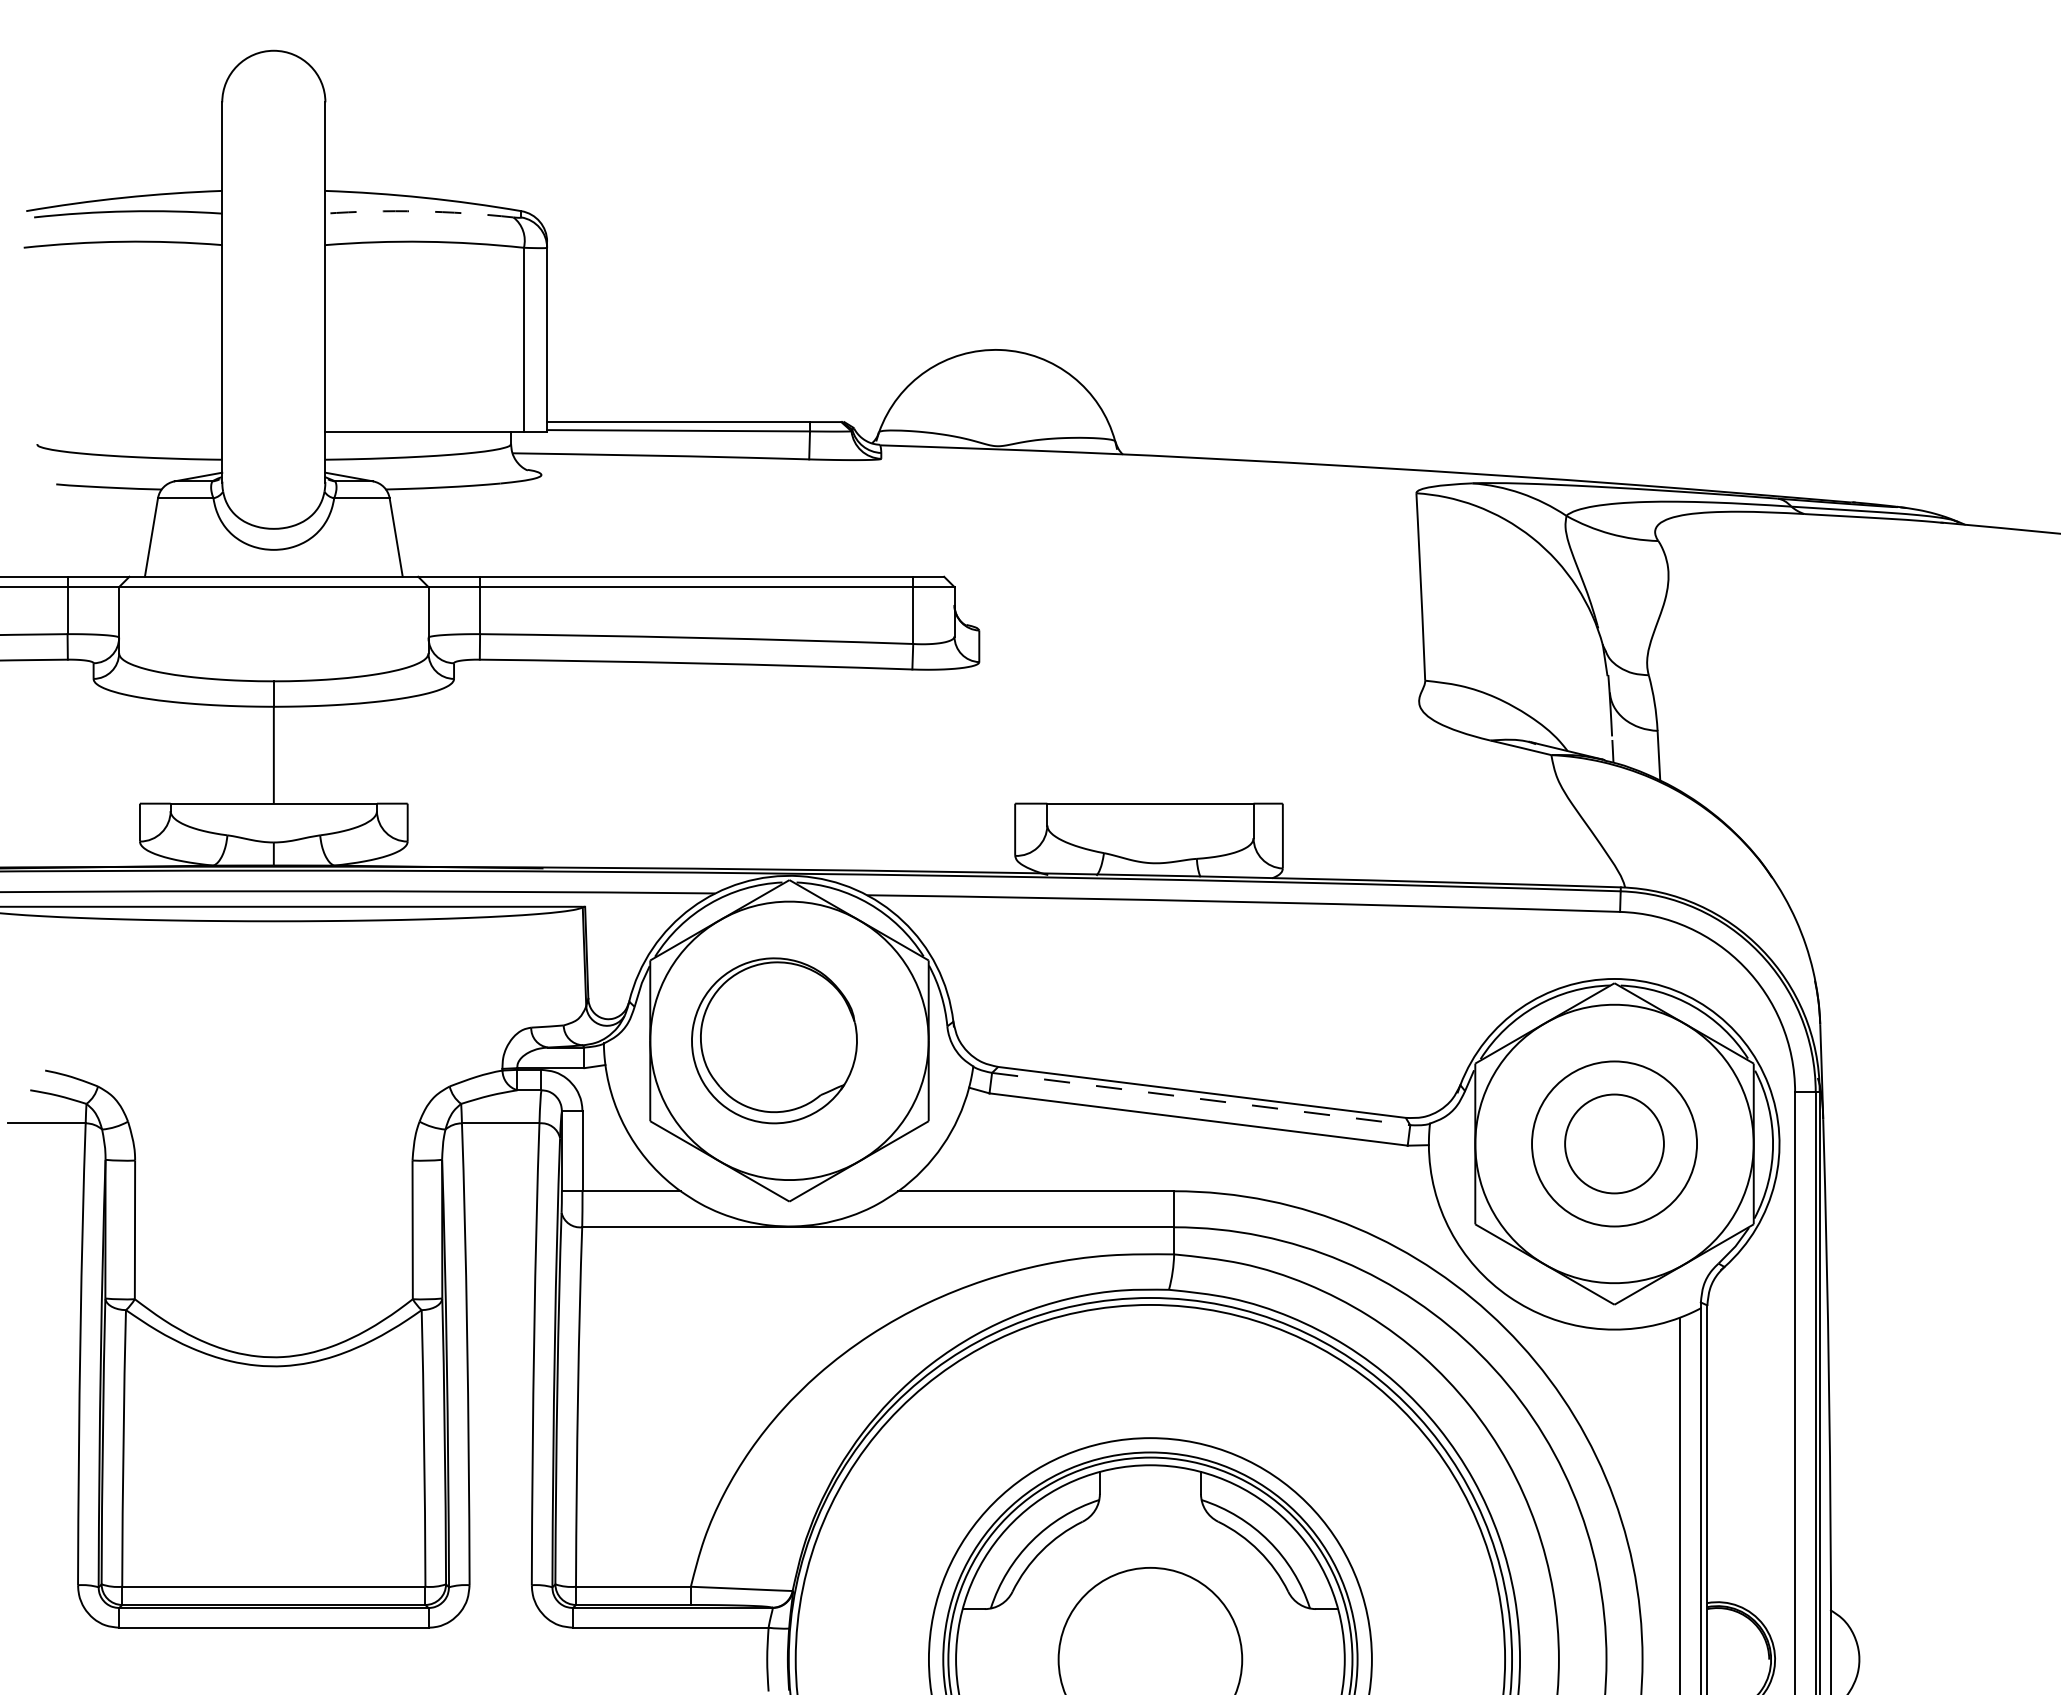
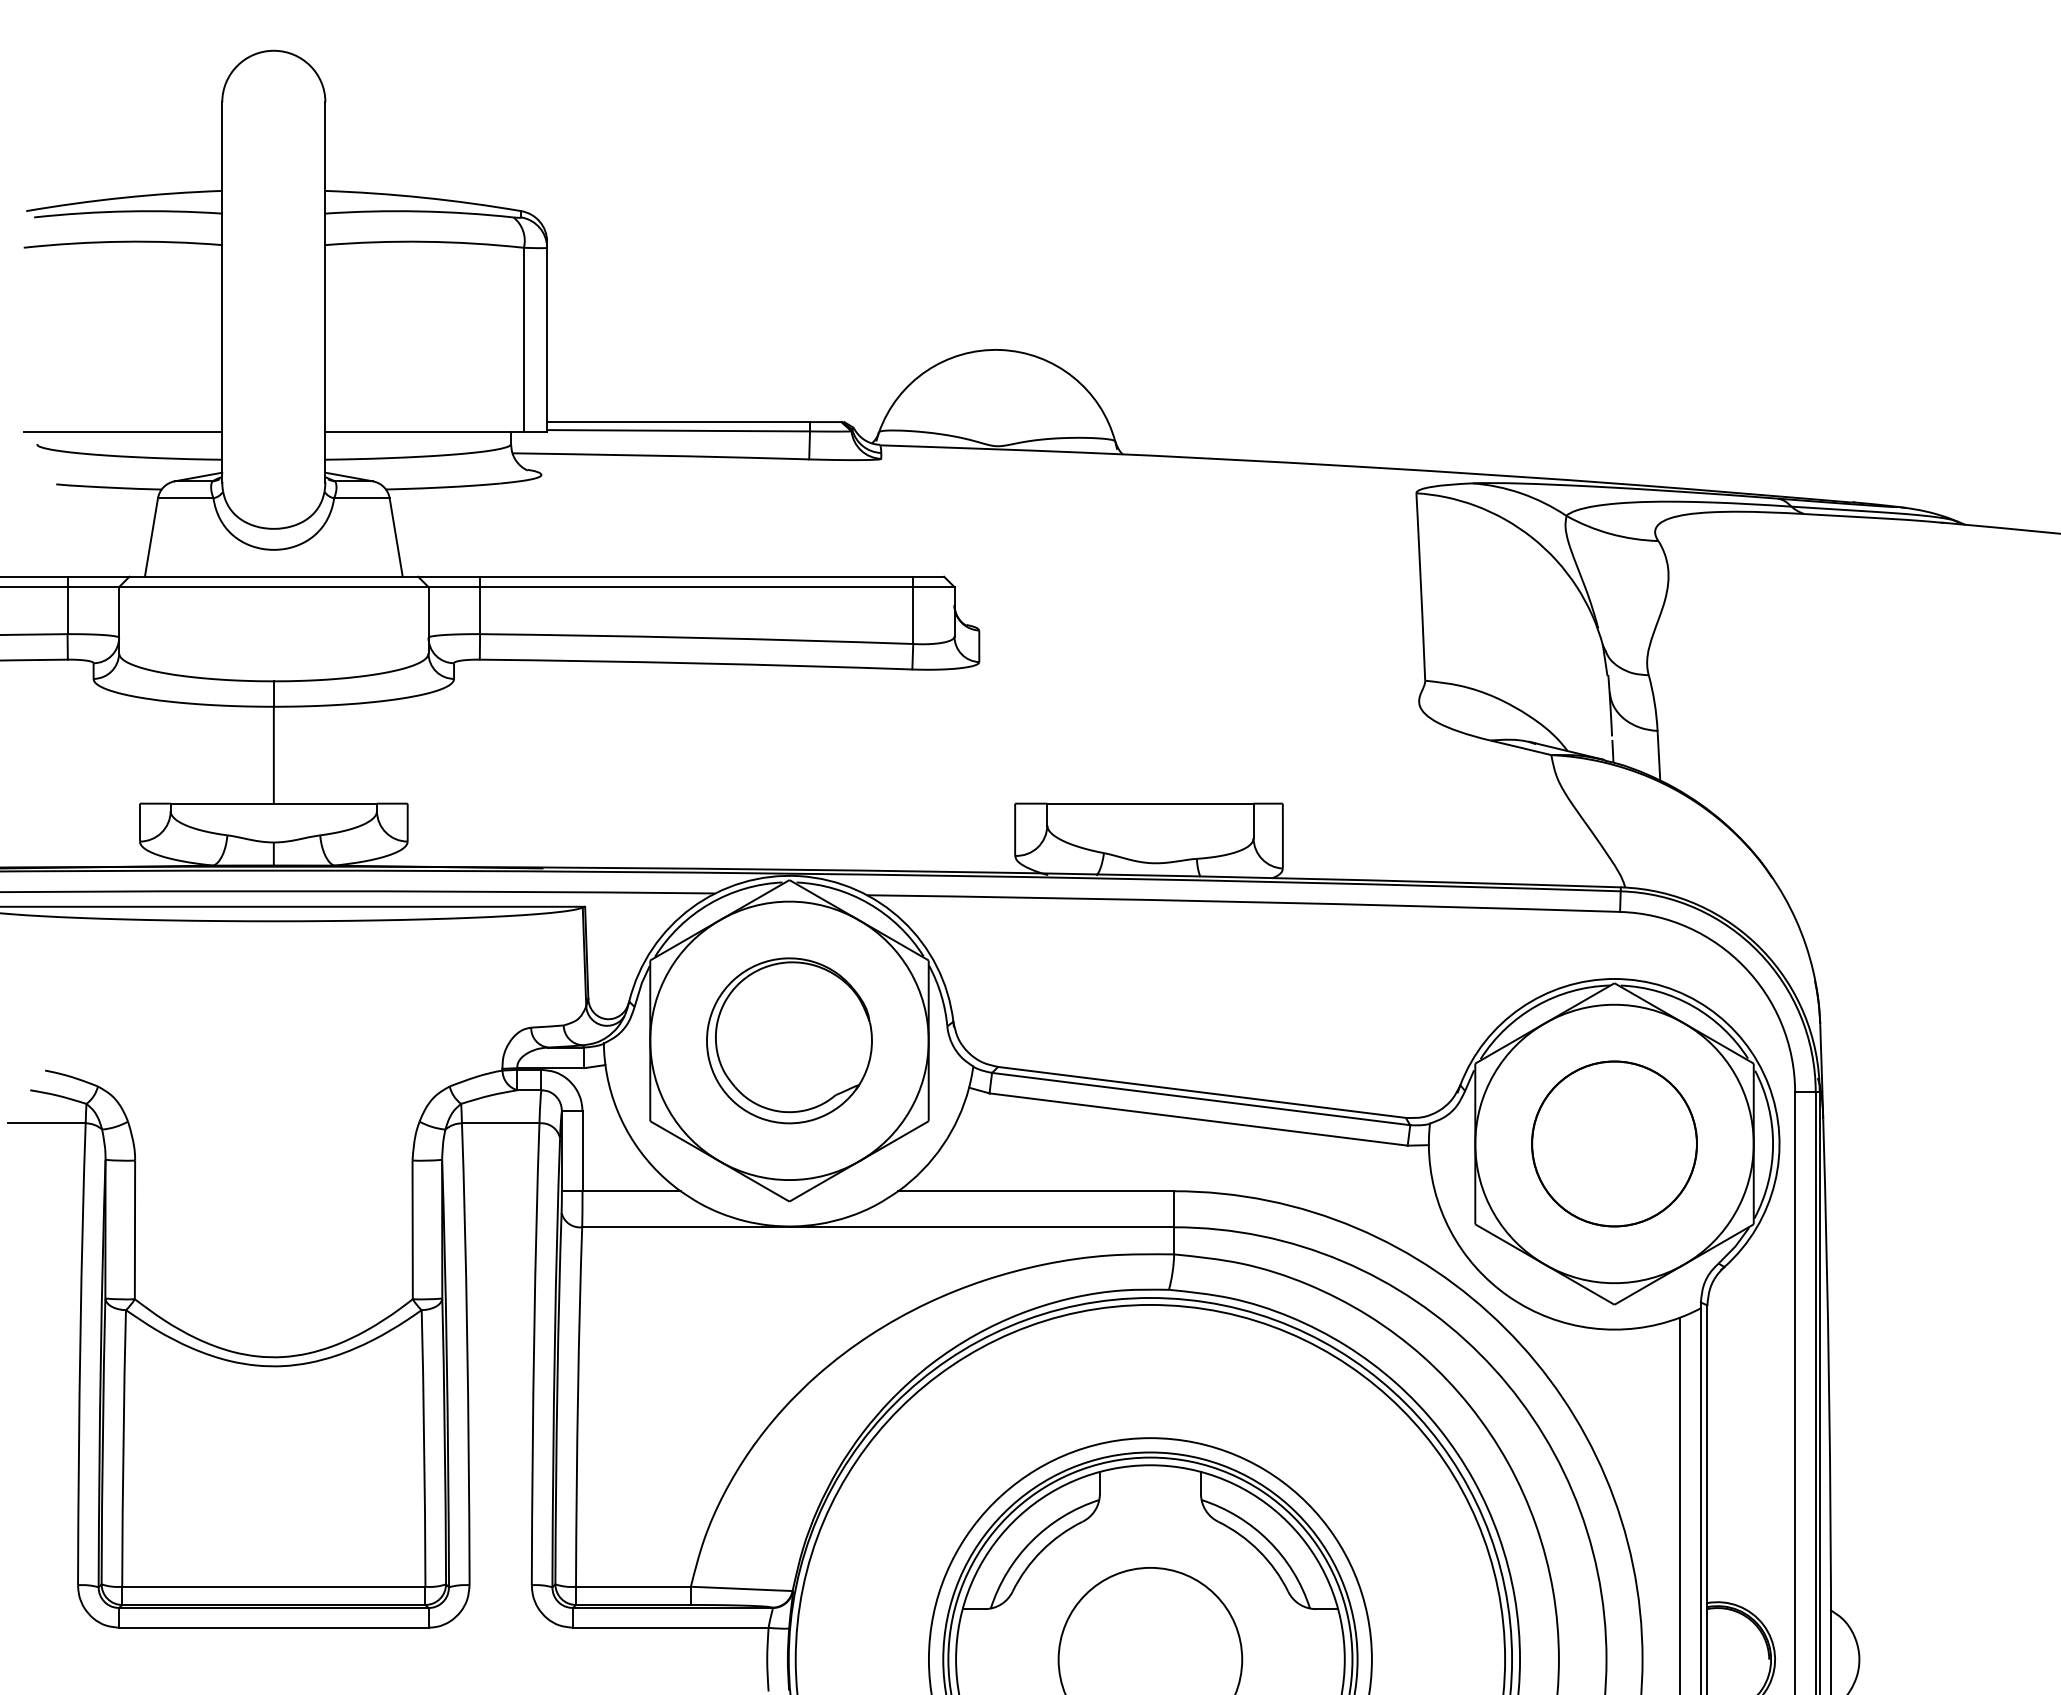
arc at (419, 211): dashed -> solid
line at (122, 432): none -> present
part at (774, 1040) position: (774, 1040) -> (789, 1040)
line at (1201, 1099): dashed -> solid
circle at (1614, 1143) diameter: 99 px -> 165 px
